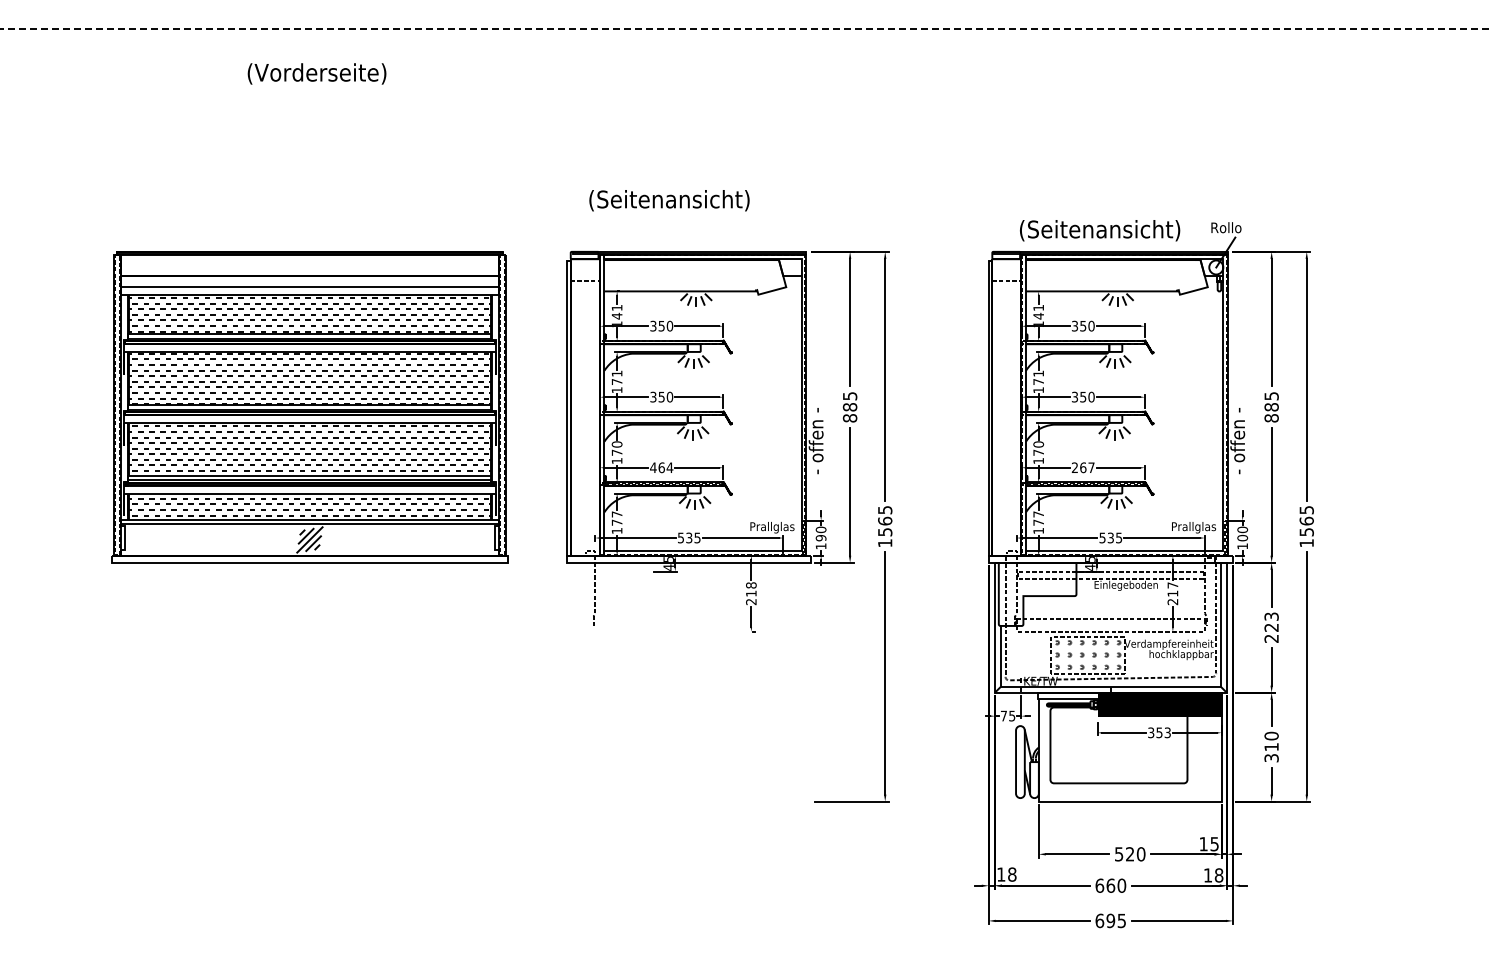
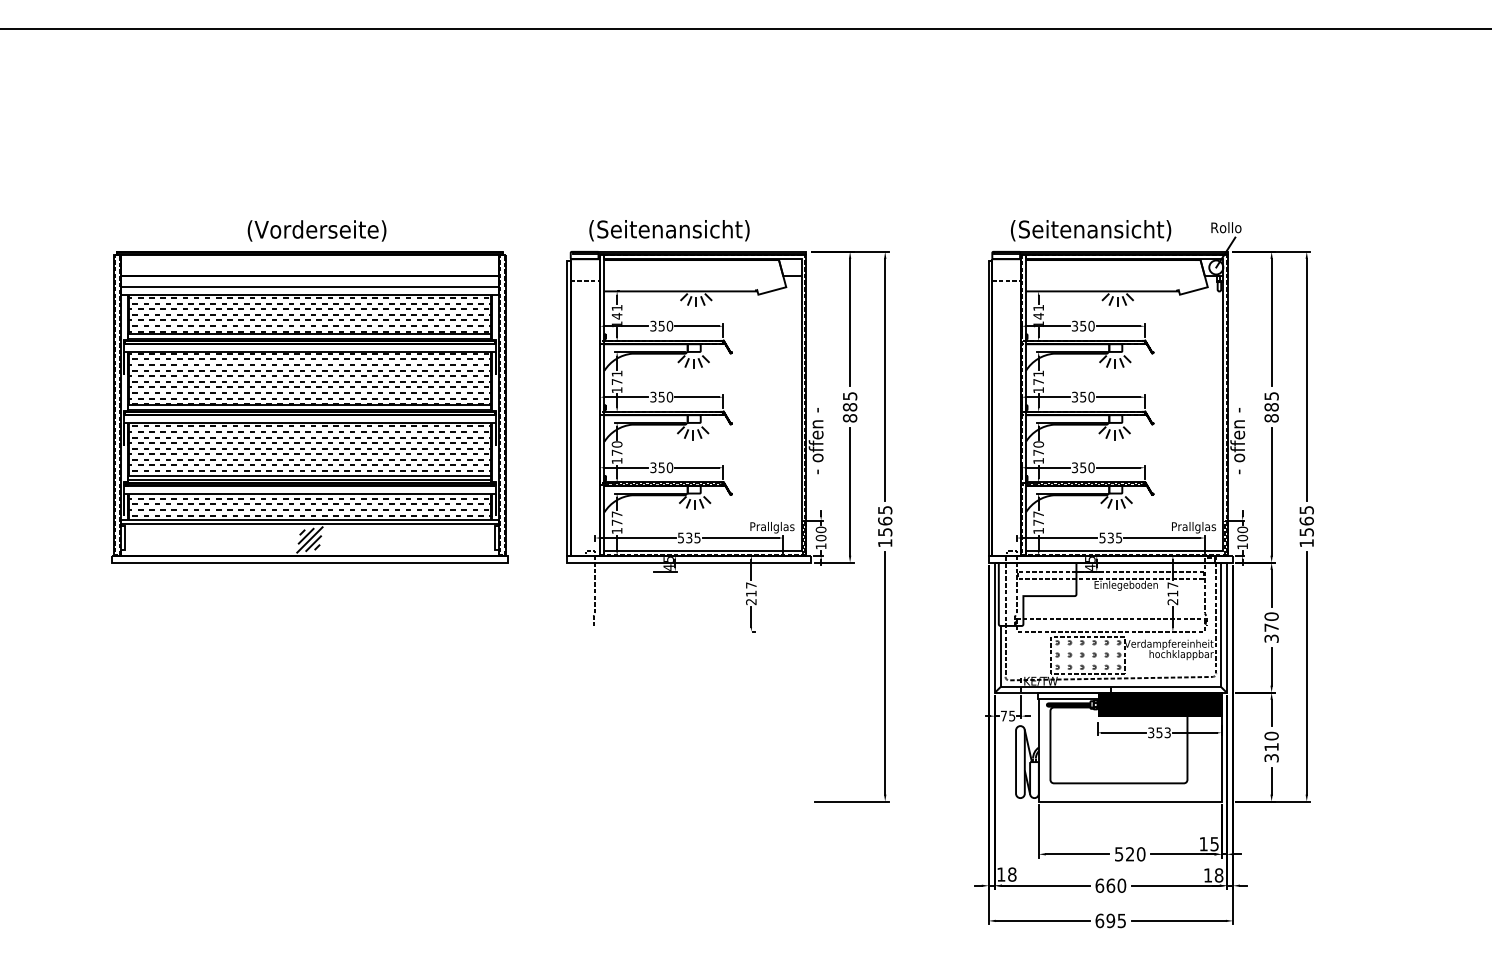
line at (747, 28): dashed -> solid
text at (316, 73) position: (316, 73) -> (316, 230)
text at (669, 200) position: (669, 200) -> (669, 230)
text at (1100, 230) position: (1100, 230) -> (1091, 230)
text at (661, 467): 464 -> 350
text at (1083, 467): 267 -> 350
text at (821, 538): 190 -> 100
text at (751, 585): 218 -> 217
text at (1271, 627): 223 -> 370
